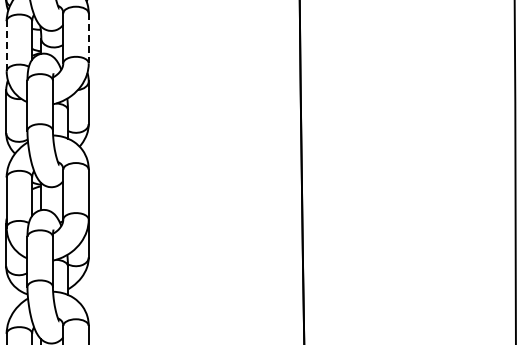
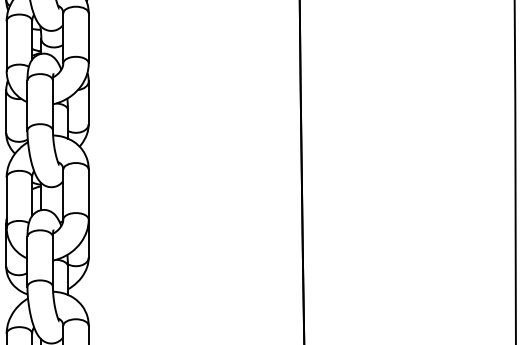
line at (88, 38): dashed -> solid
line at (6, 45): dashed -> solid
